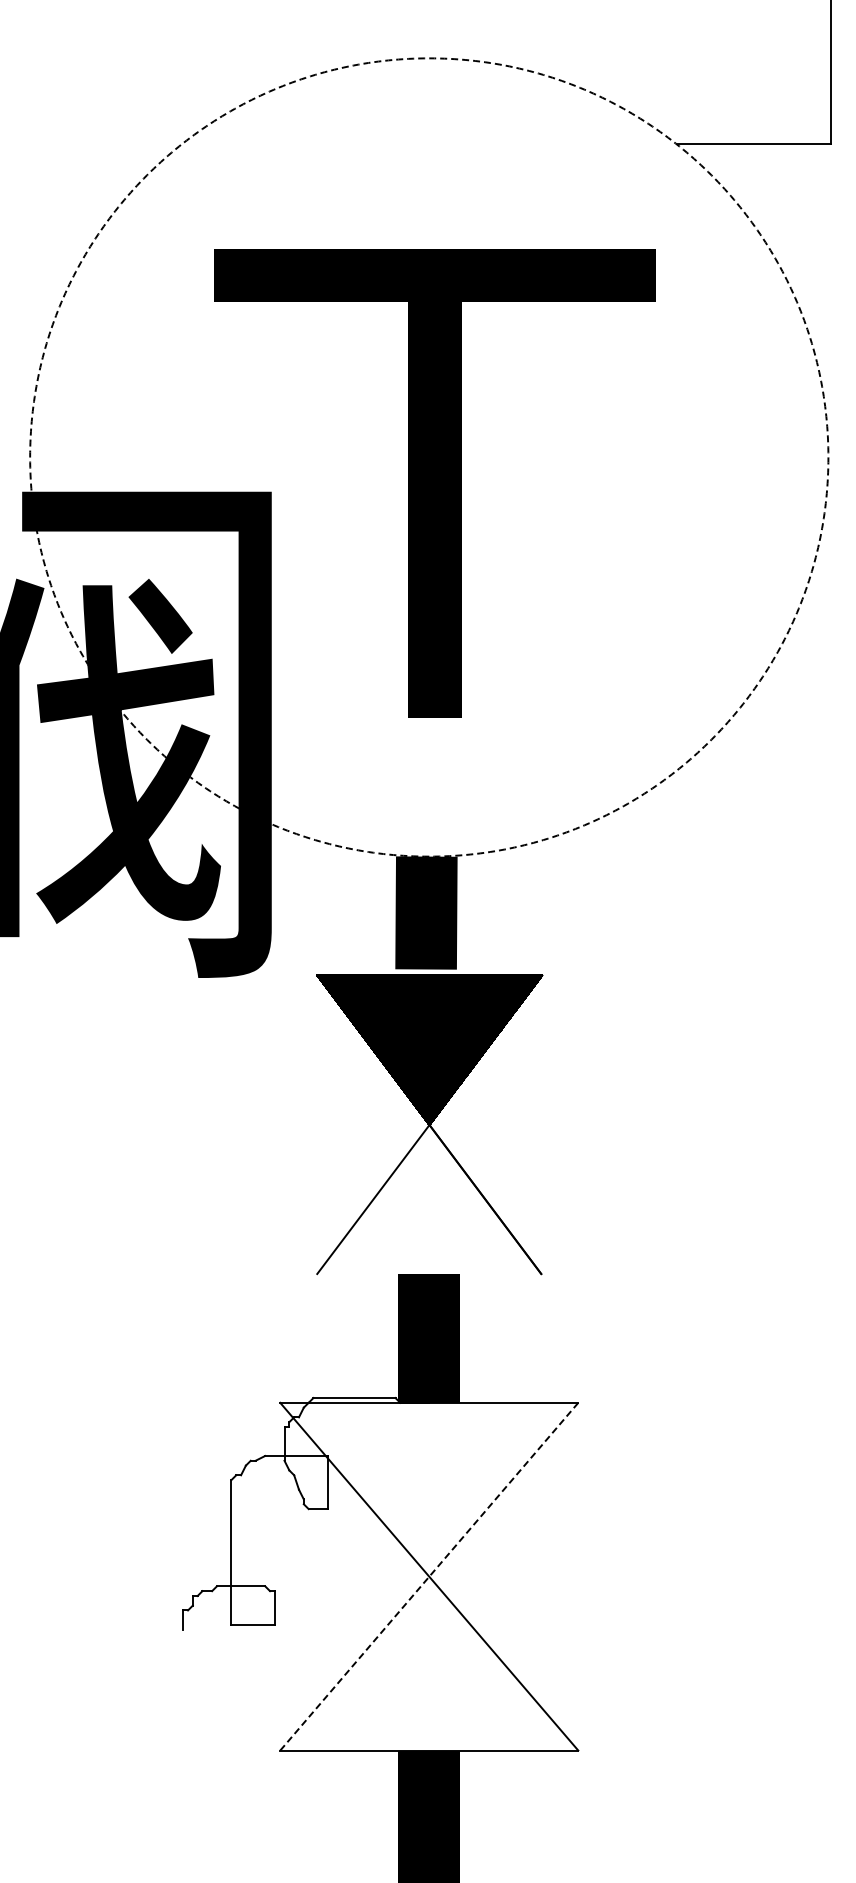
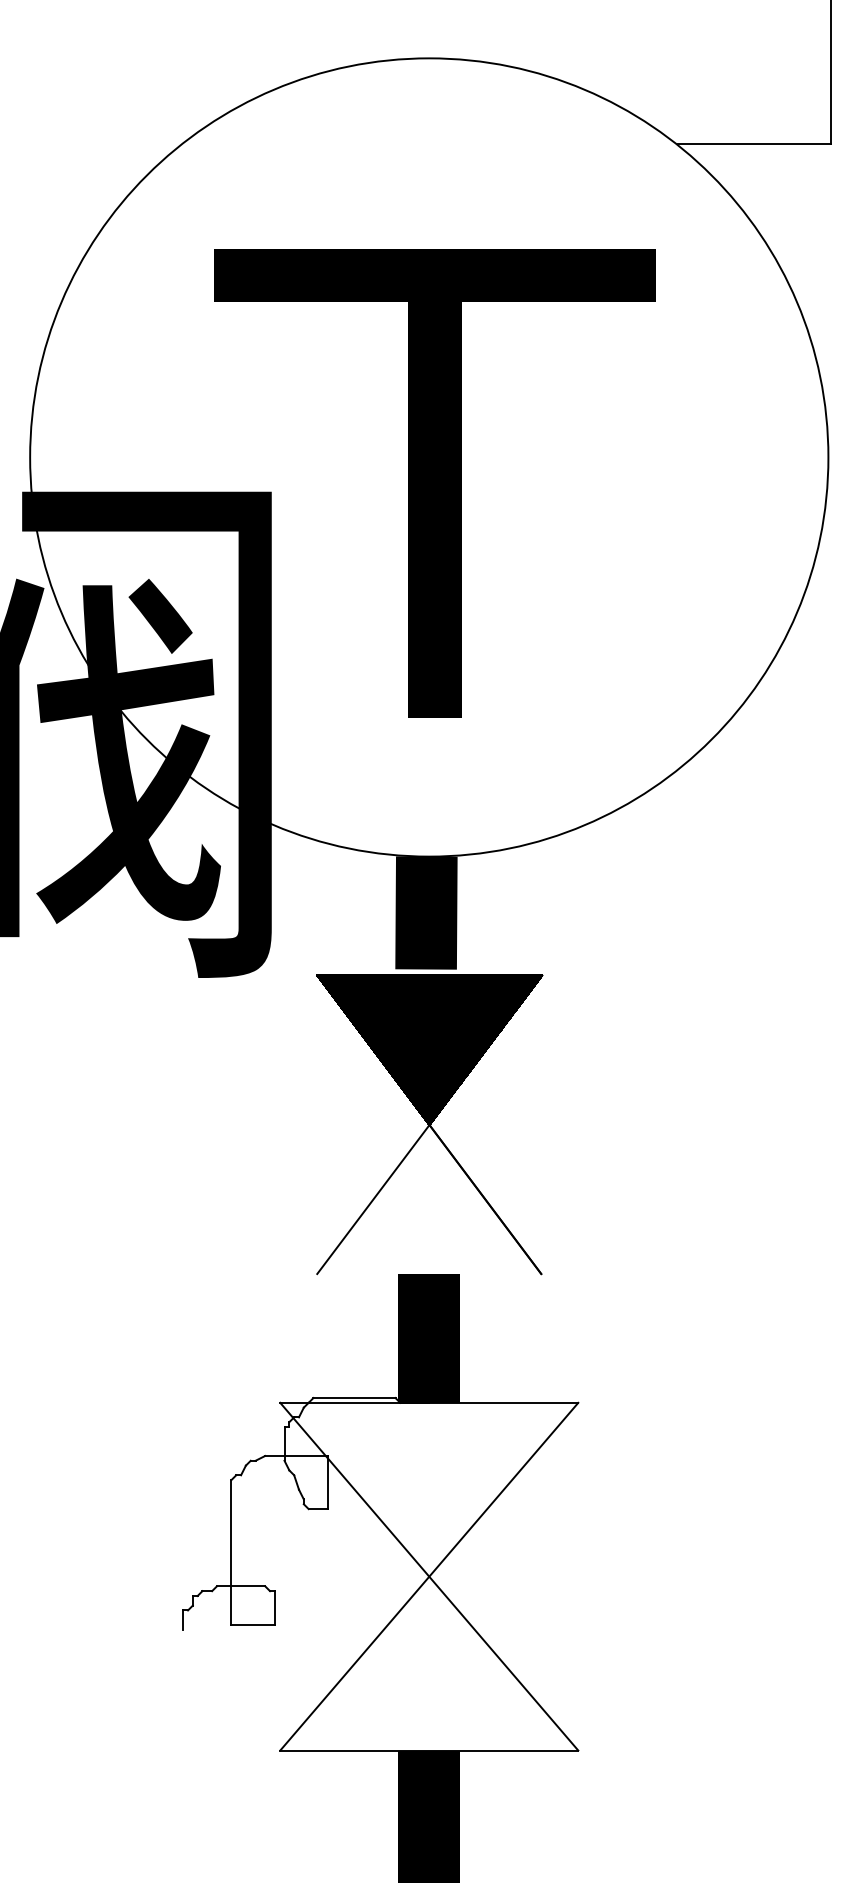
circle at (429, 457): dashed -> solid
line at (429, 1576): dashed -> solid
